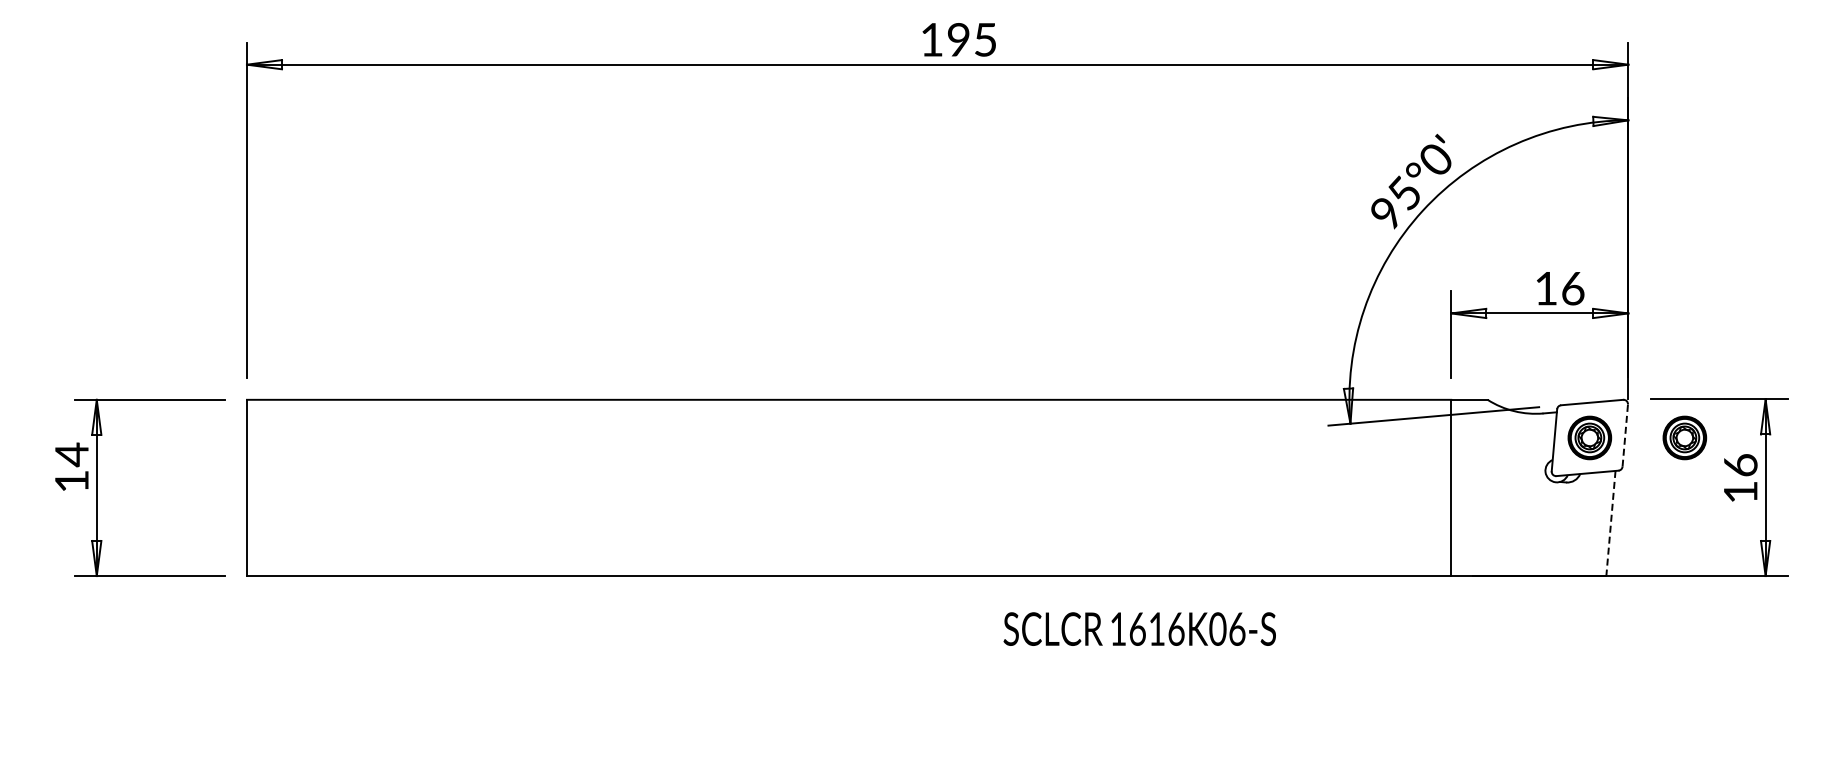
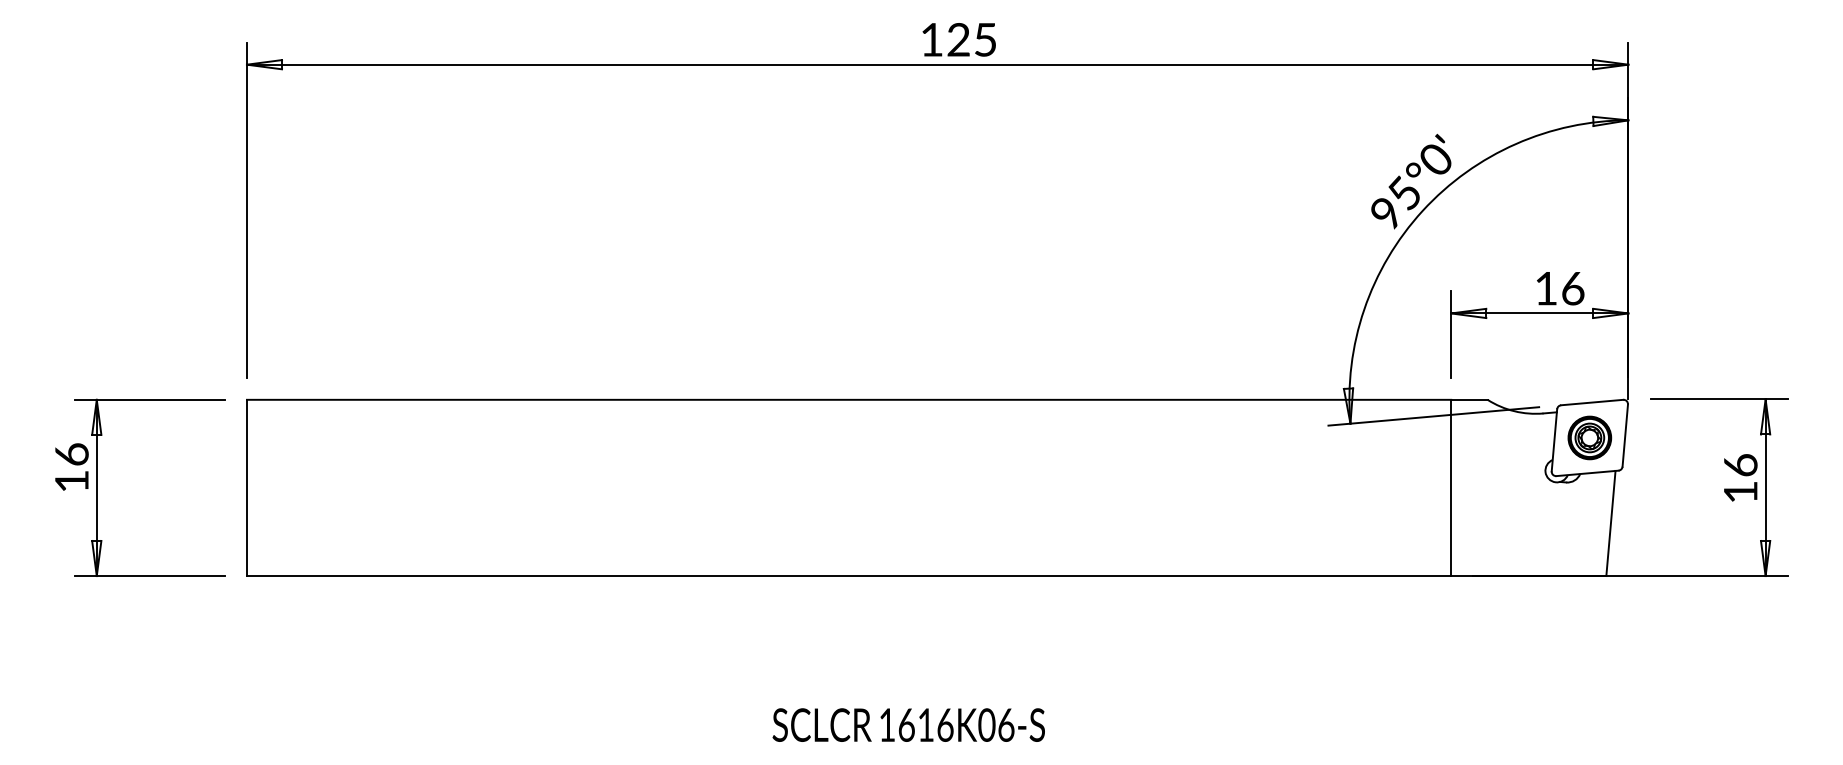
text at (958, 39): 195 -> 125
line at (1625, 435): dashed -> solid
part at (1684, 437): present -> none
text at (71, 454): 14 -> 16
line at (1610, 523): dashed -> solid
text at (1139, 628) position: (1139, 628) -> (908, 724)
